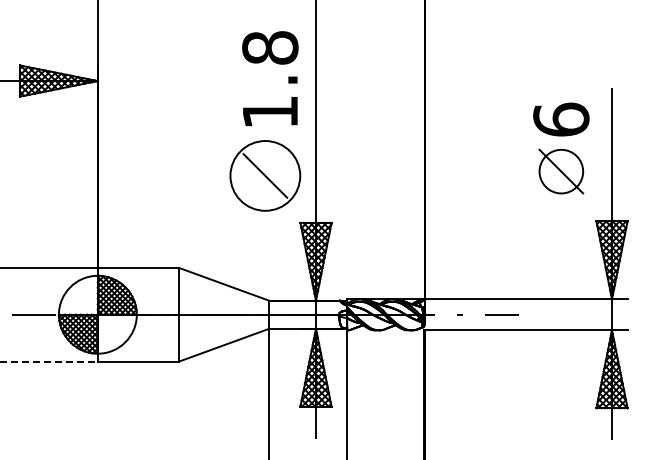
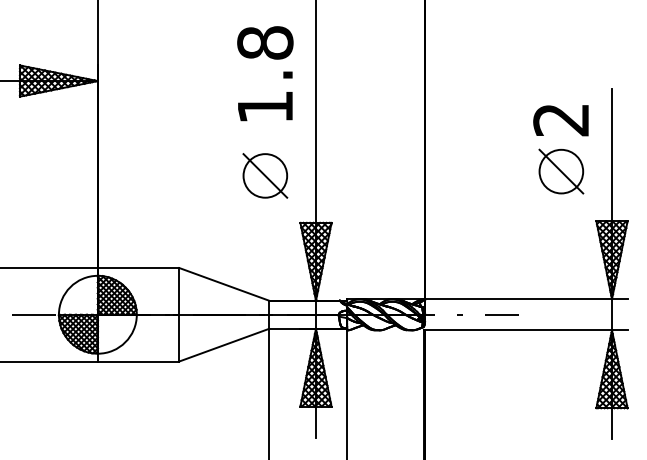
text at (270, 78) position: (270, 78) -> (265, 73)
text at (561, 119): 6 -> 2
circle at (265, 175) diameter: 70 px -> 44 px
line at (49, 361): dashed -> solid
